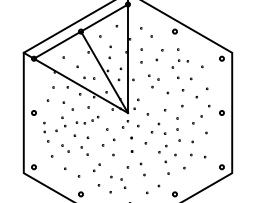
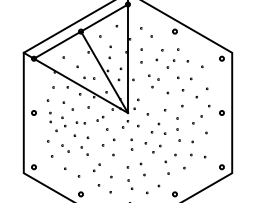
part at (175, 63) position: (175, 63) -> (170, 63)
part at (95, 118) position: (95, 118) -> (100, 118)
part at (44, 127) position: (44, 127) -> (50, 117)
part at (131, 144) size: 4x17 px -> 4x13 px
part at (162, 148) position: (162, 148) -> (156, 148)
part at (123, 183) position: (123, 183) -> (130, 184)
